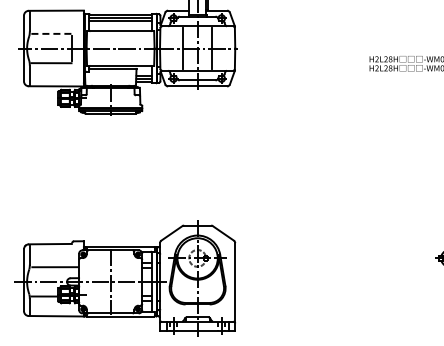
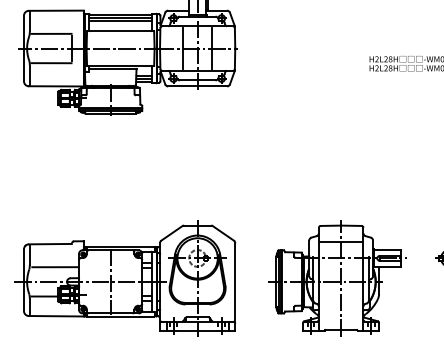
line at (51, 33): dashed -> solid
part at (337, 278): none -> present
